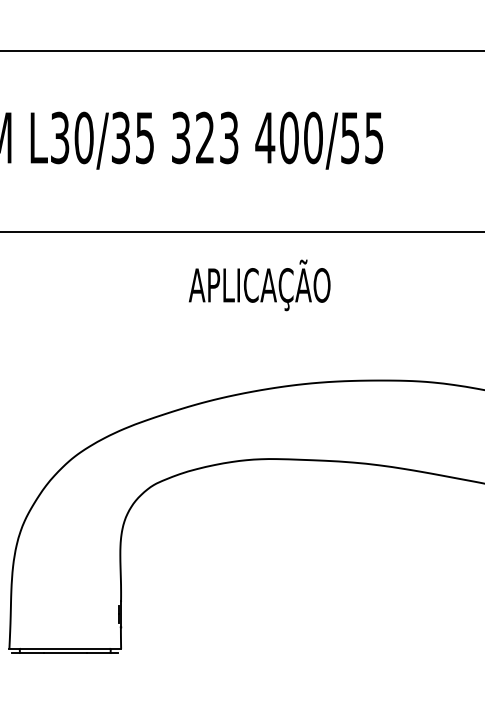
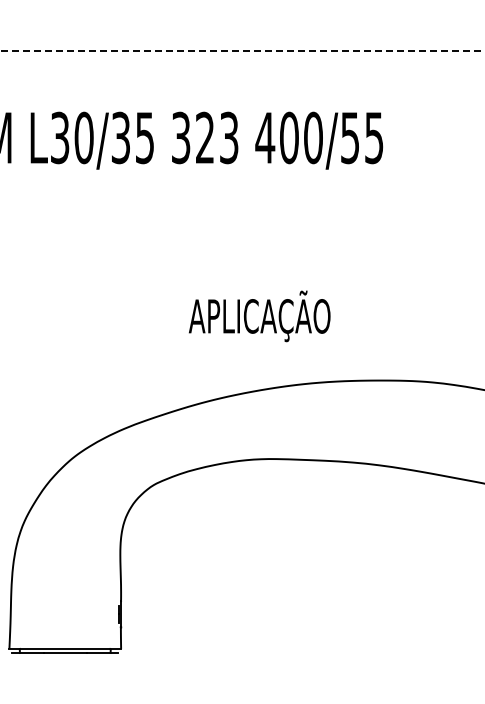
line at (242, 50): solid -> dashed
line at (241, 231): present -> none
text at (259, 285) position: (259, 285) -> (259, 316)
